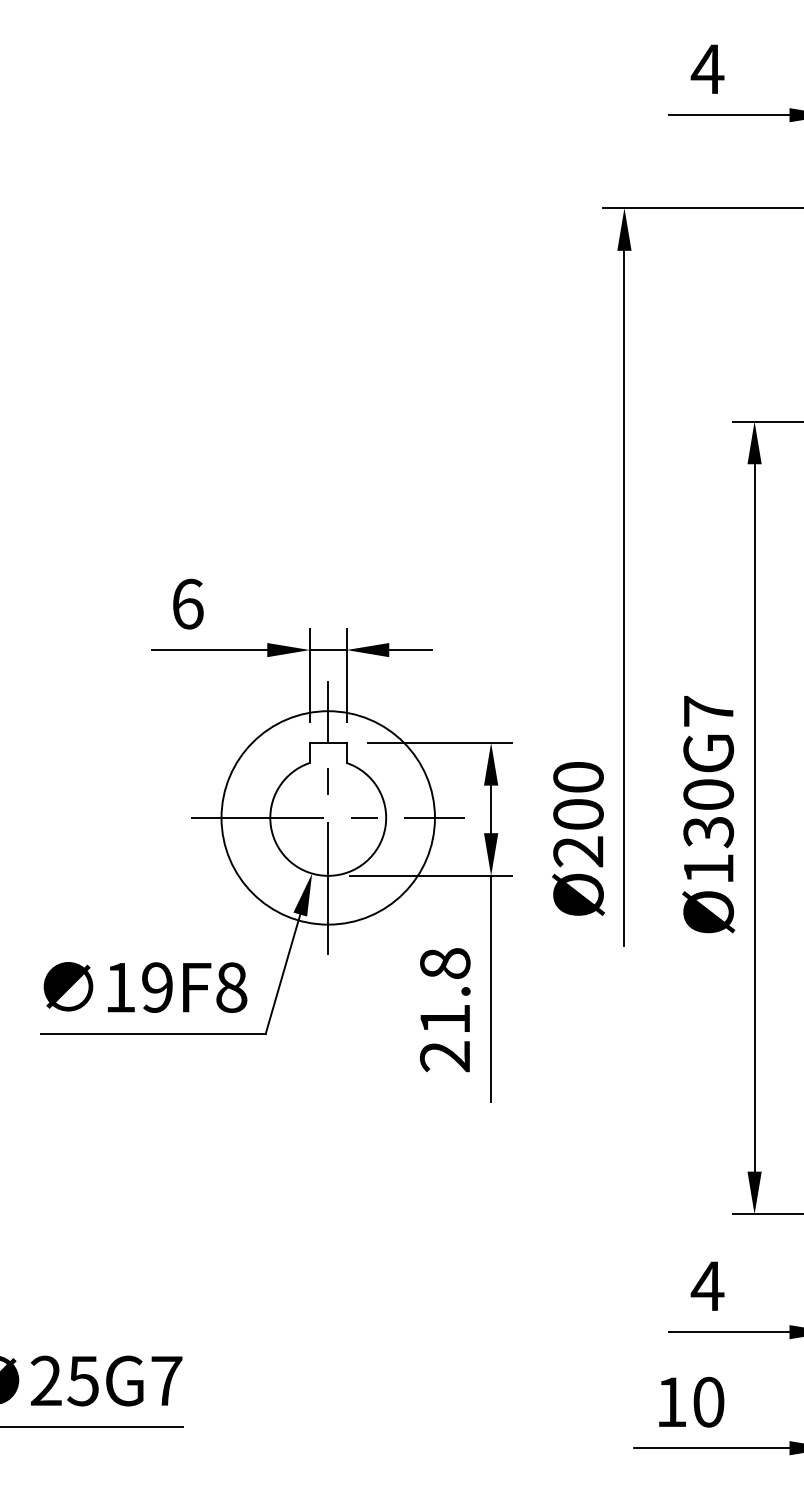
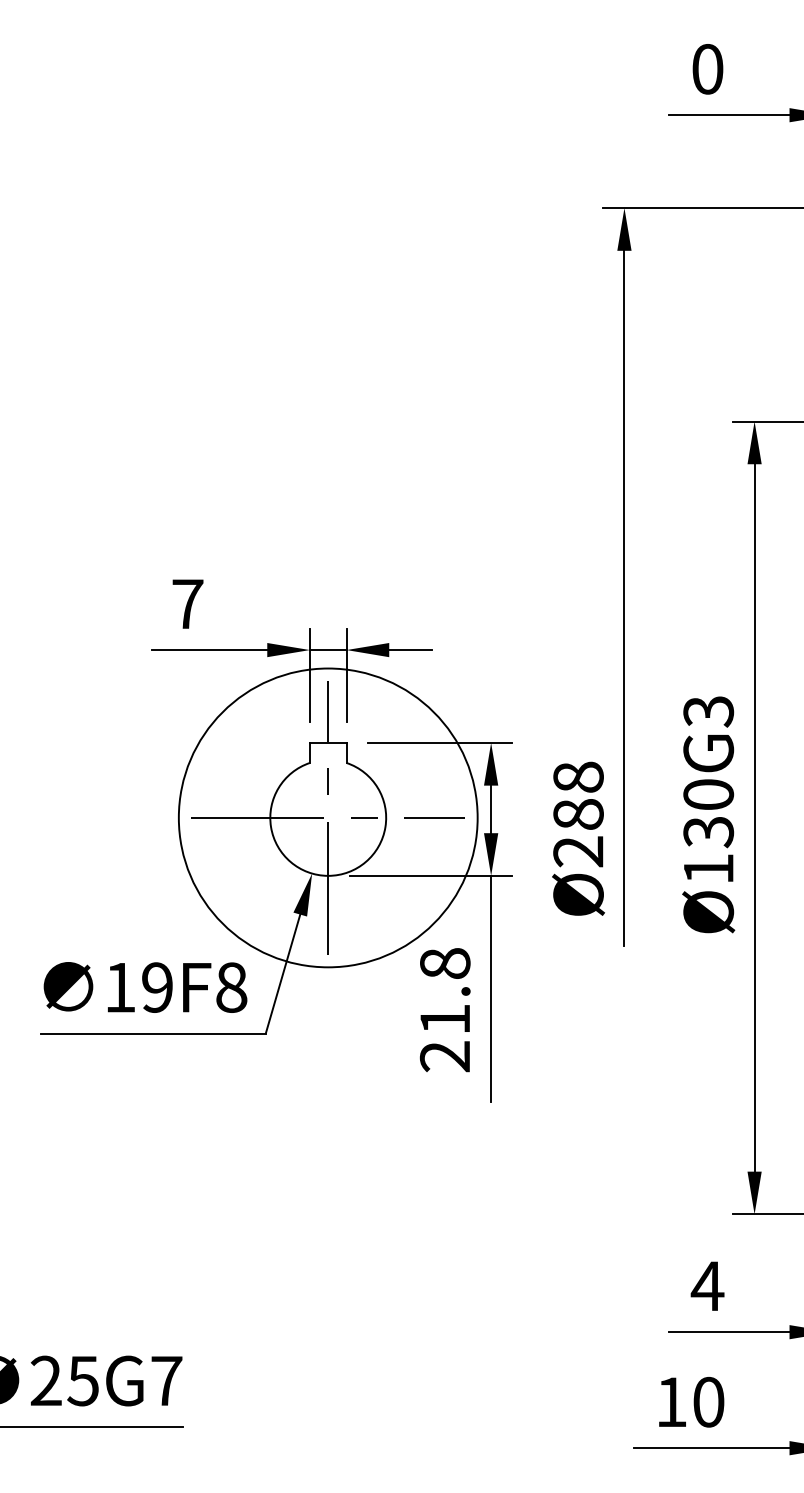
text at (707, 69): 4 -> 0
text at (187, 603): 6 -> 7
text at (708, 711): Ø130G7 -> Ø130G3
text at (578, 795): Ø200 -> Ø288
circle at (327, 817) diameter: 213 px -> 299 px
